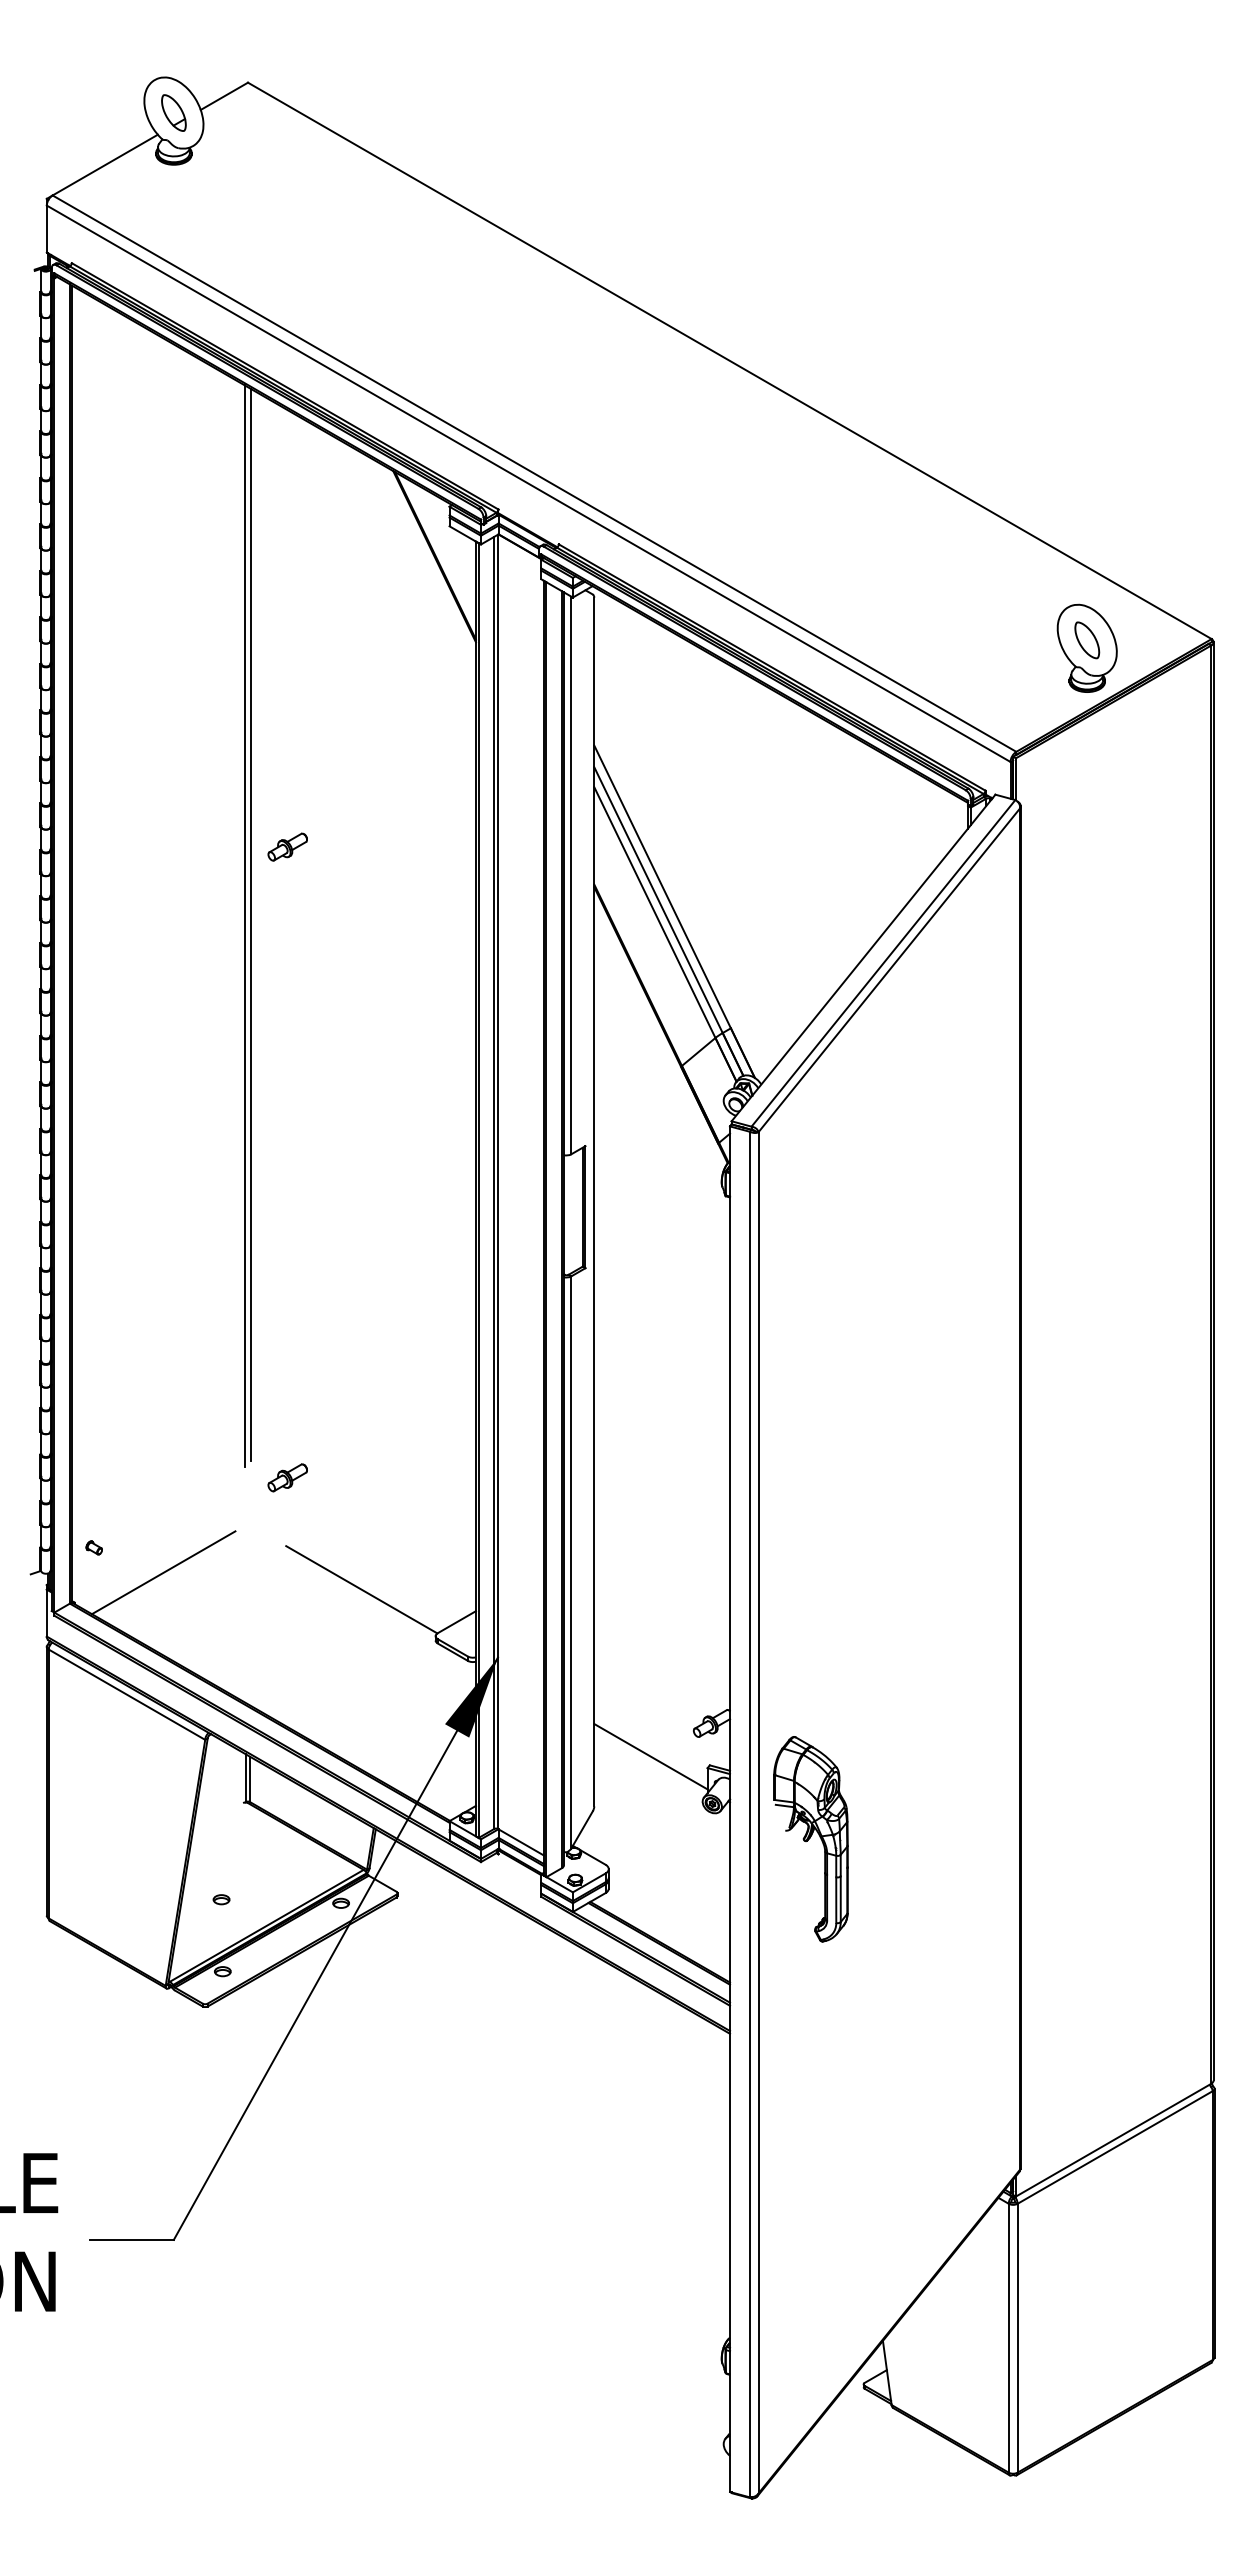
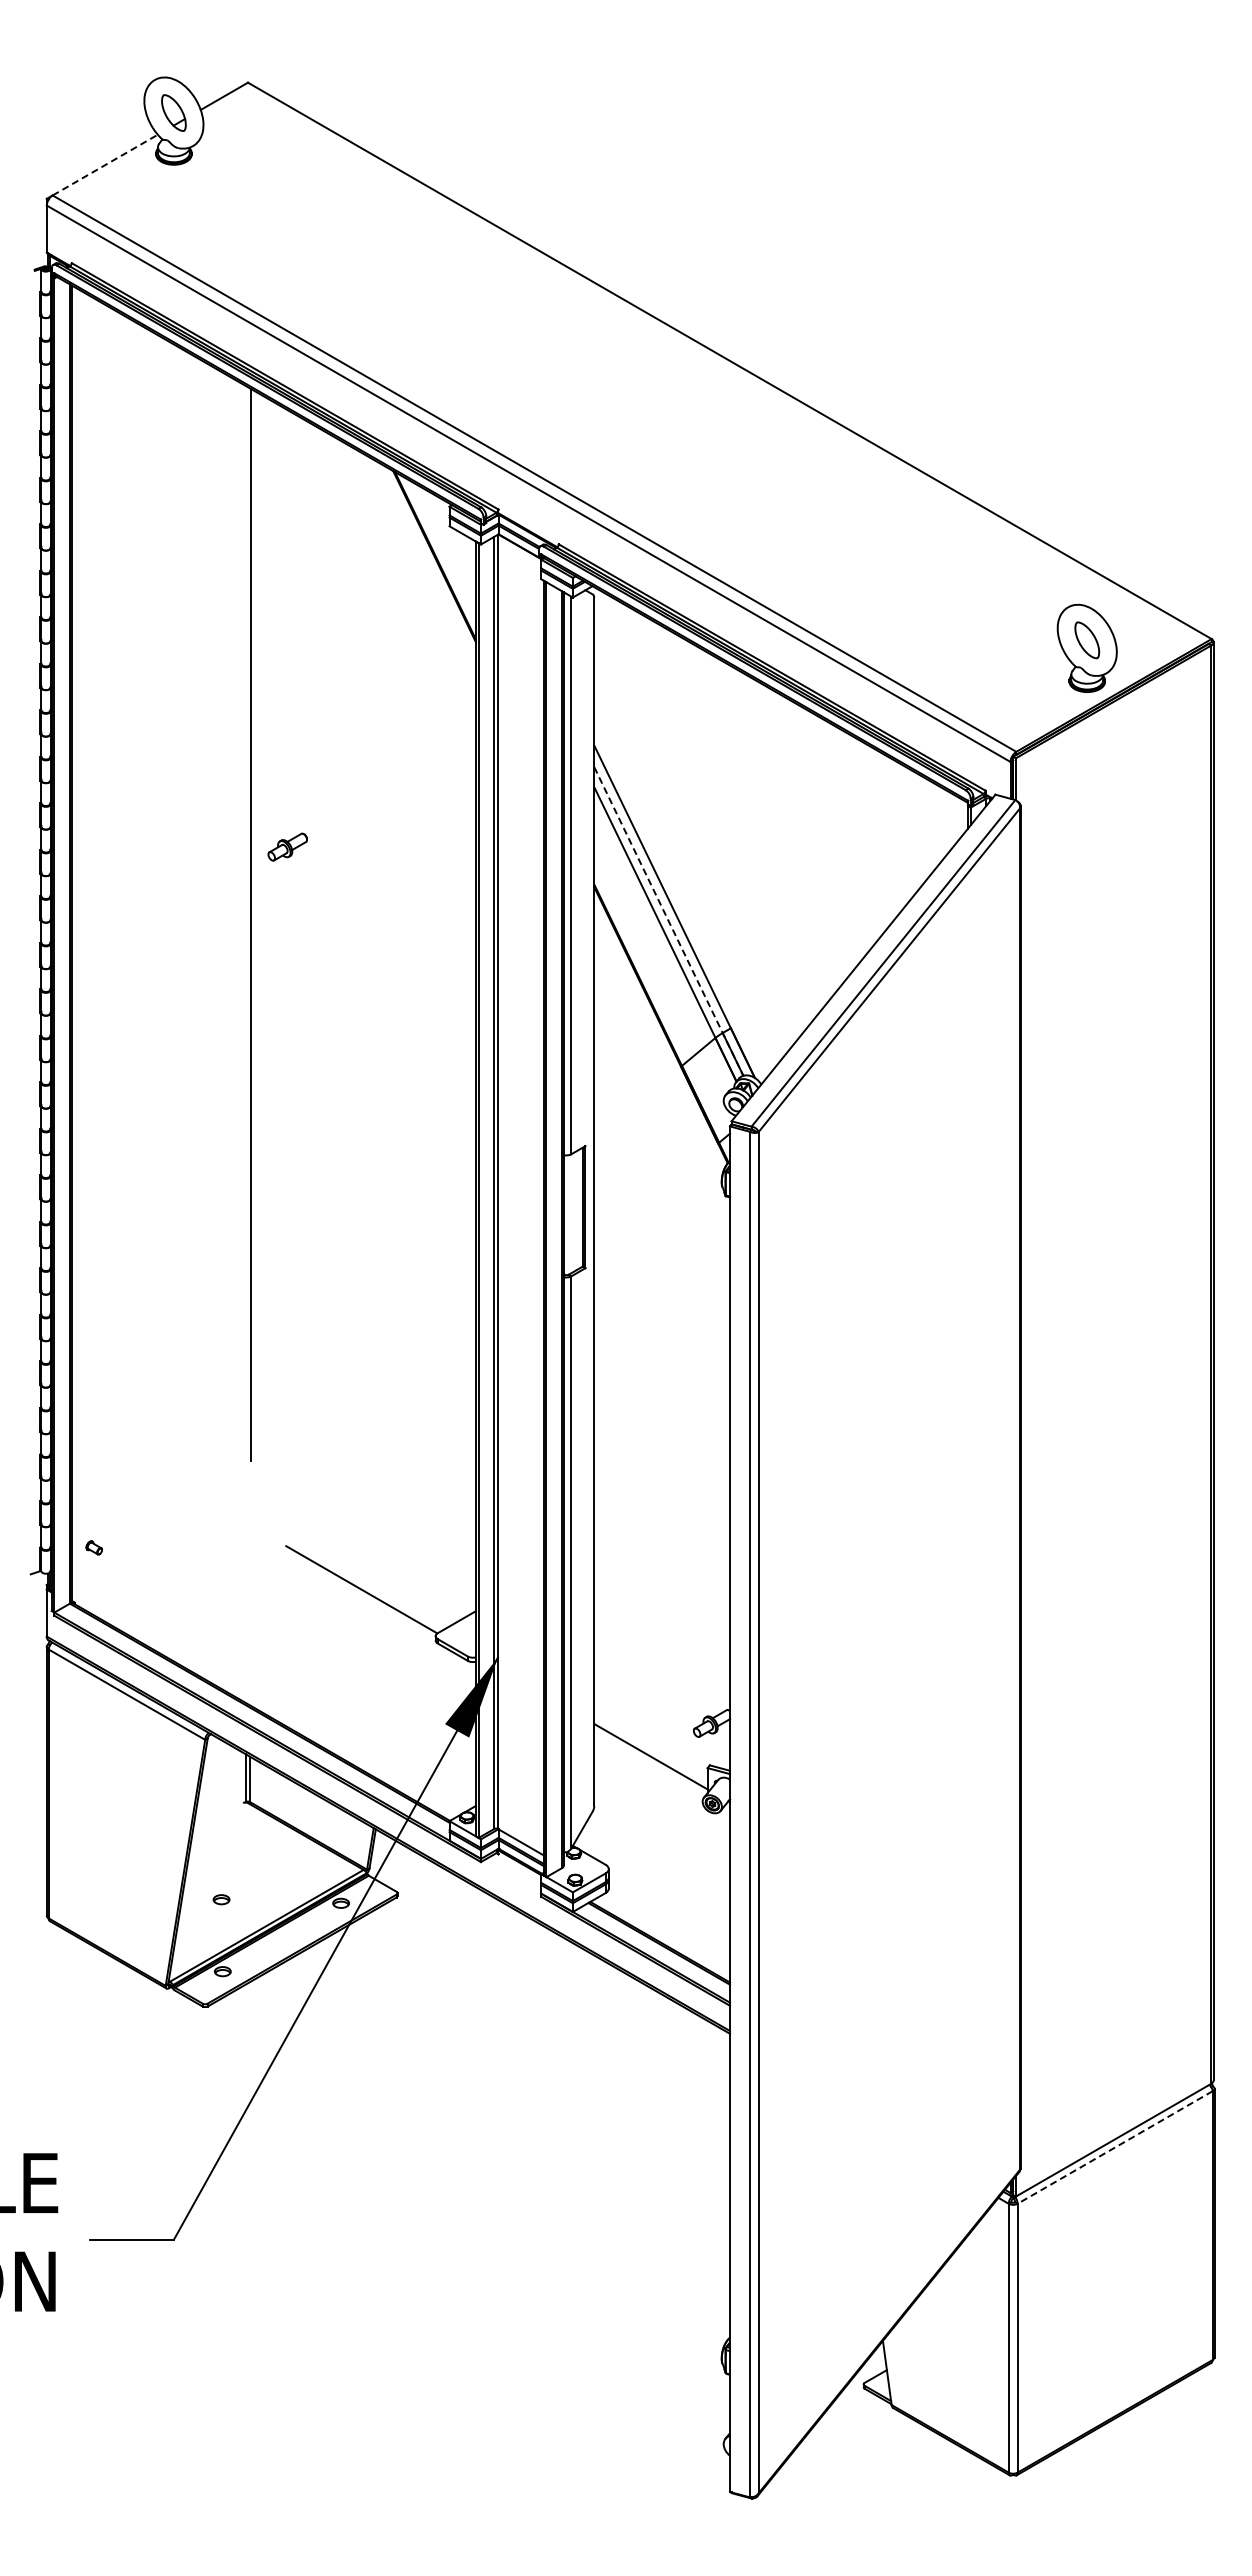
line at (105, 165): solid -> dashed
line at (669, 921): solid -> dashed
line at (244, 926): present -> none
part at (287, 1477): present -> none
line at (163, 1572): present -> none
part at (810, 1839): present -> none
line at (1115, 2147): solid -> dashed
